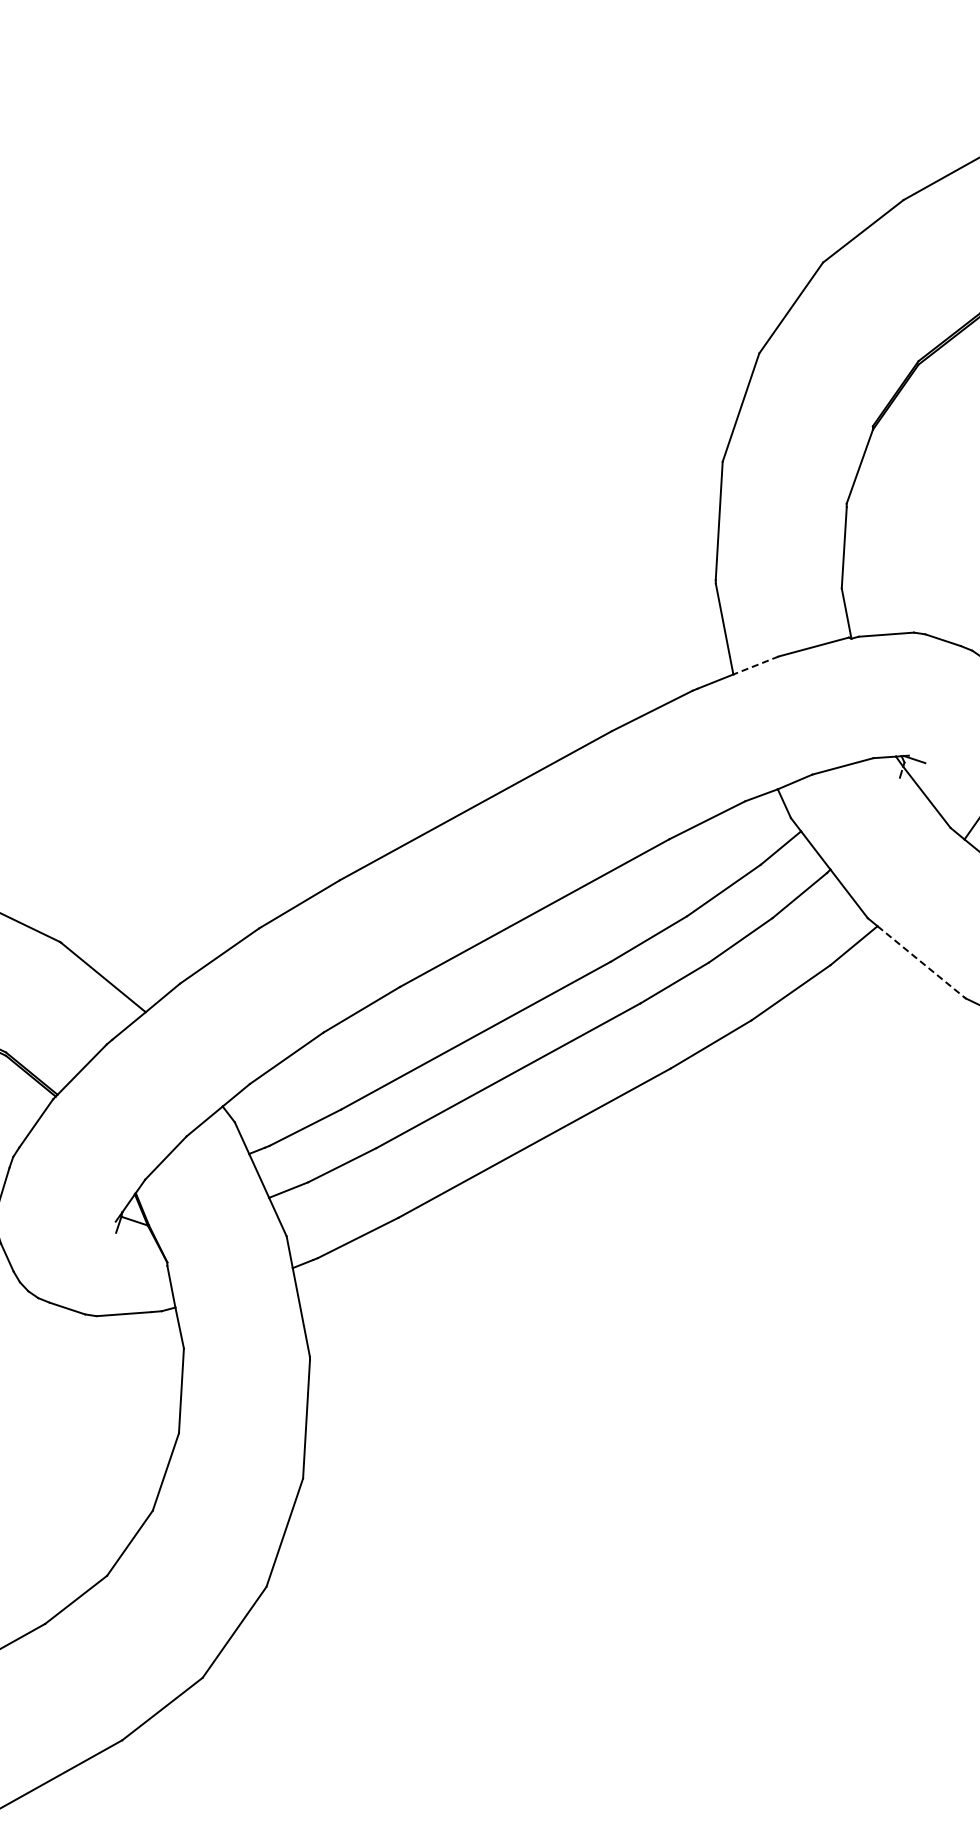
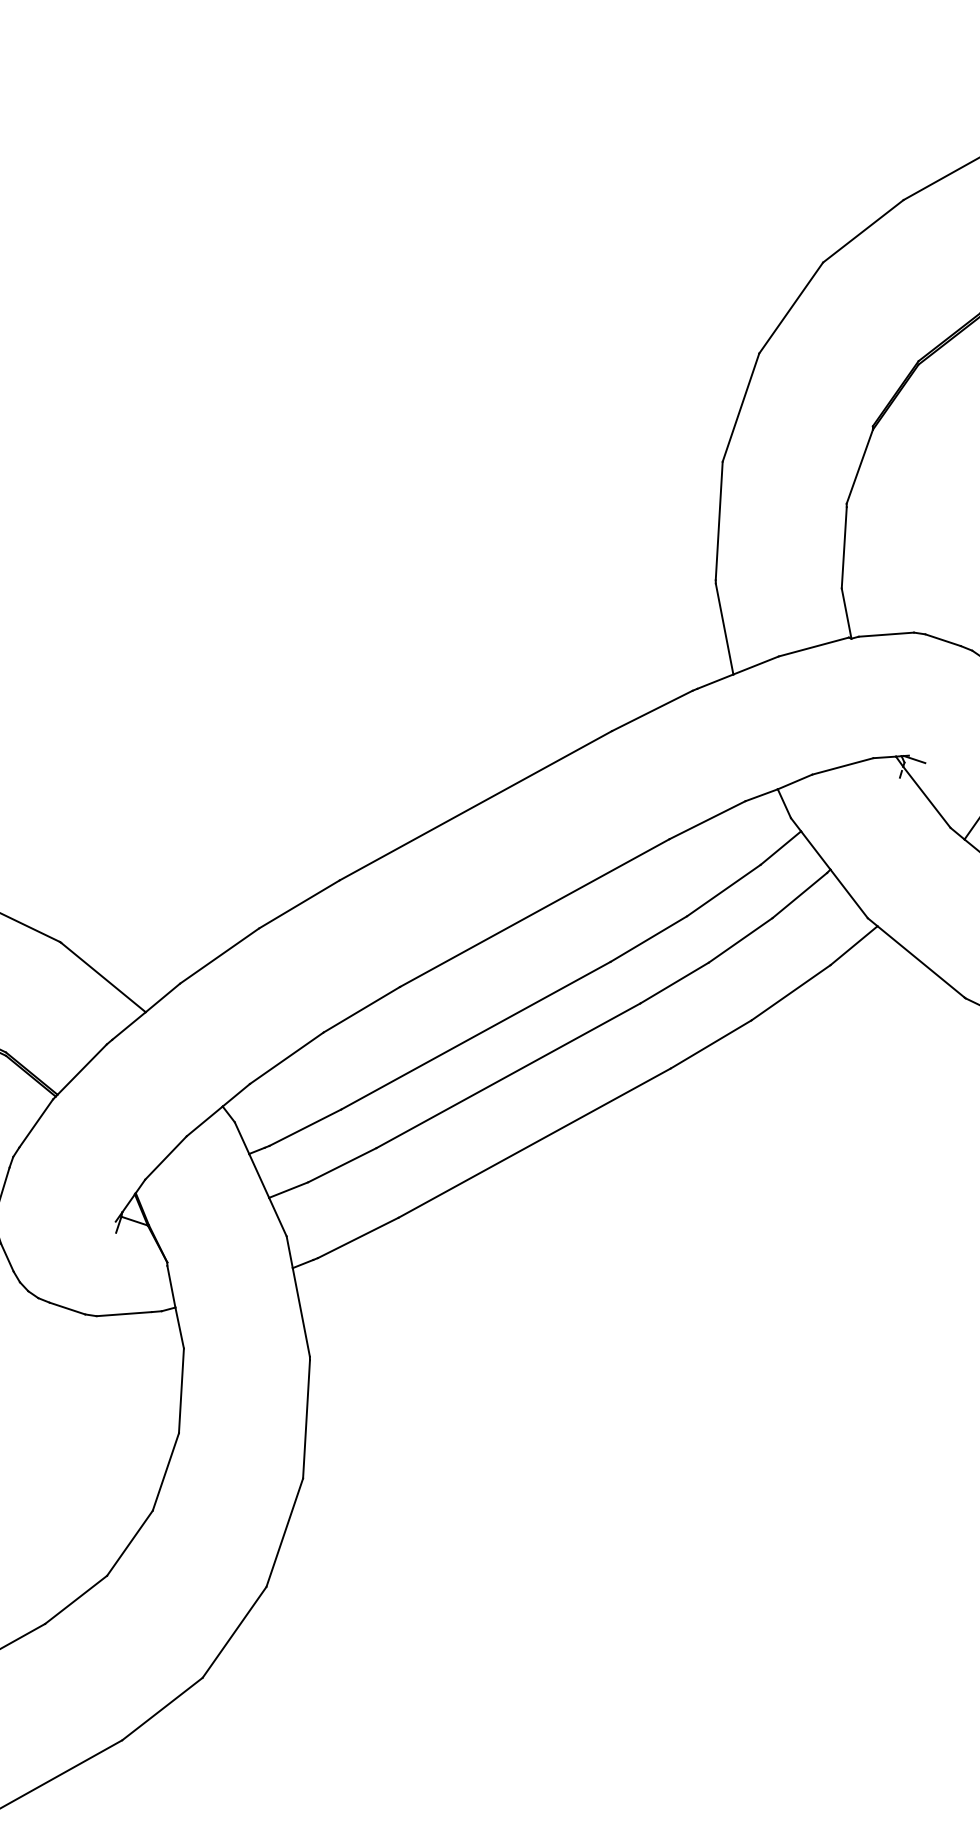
line at (755, 665): dashed -> solid
line at (921, 962): dashed -> solid
